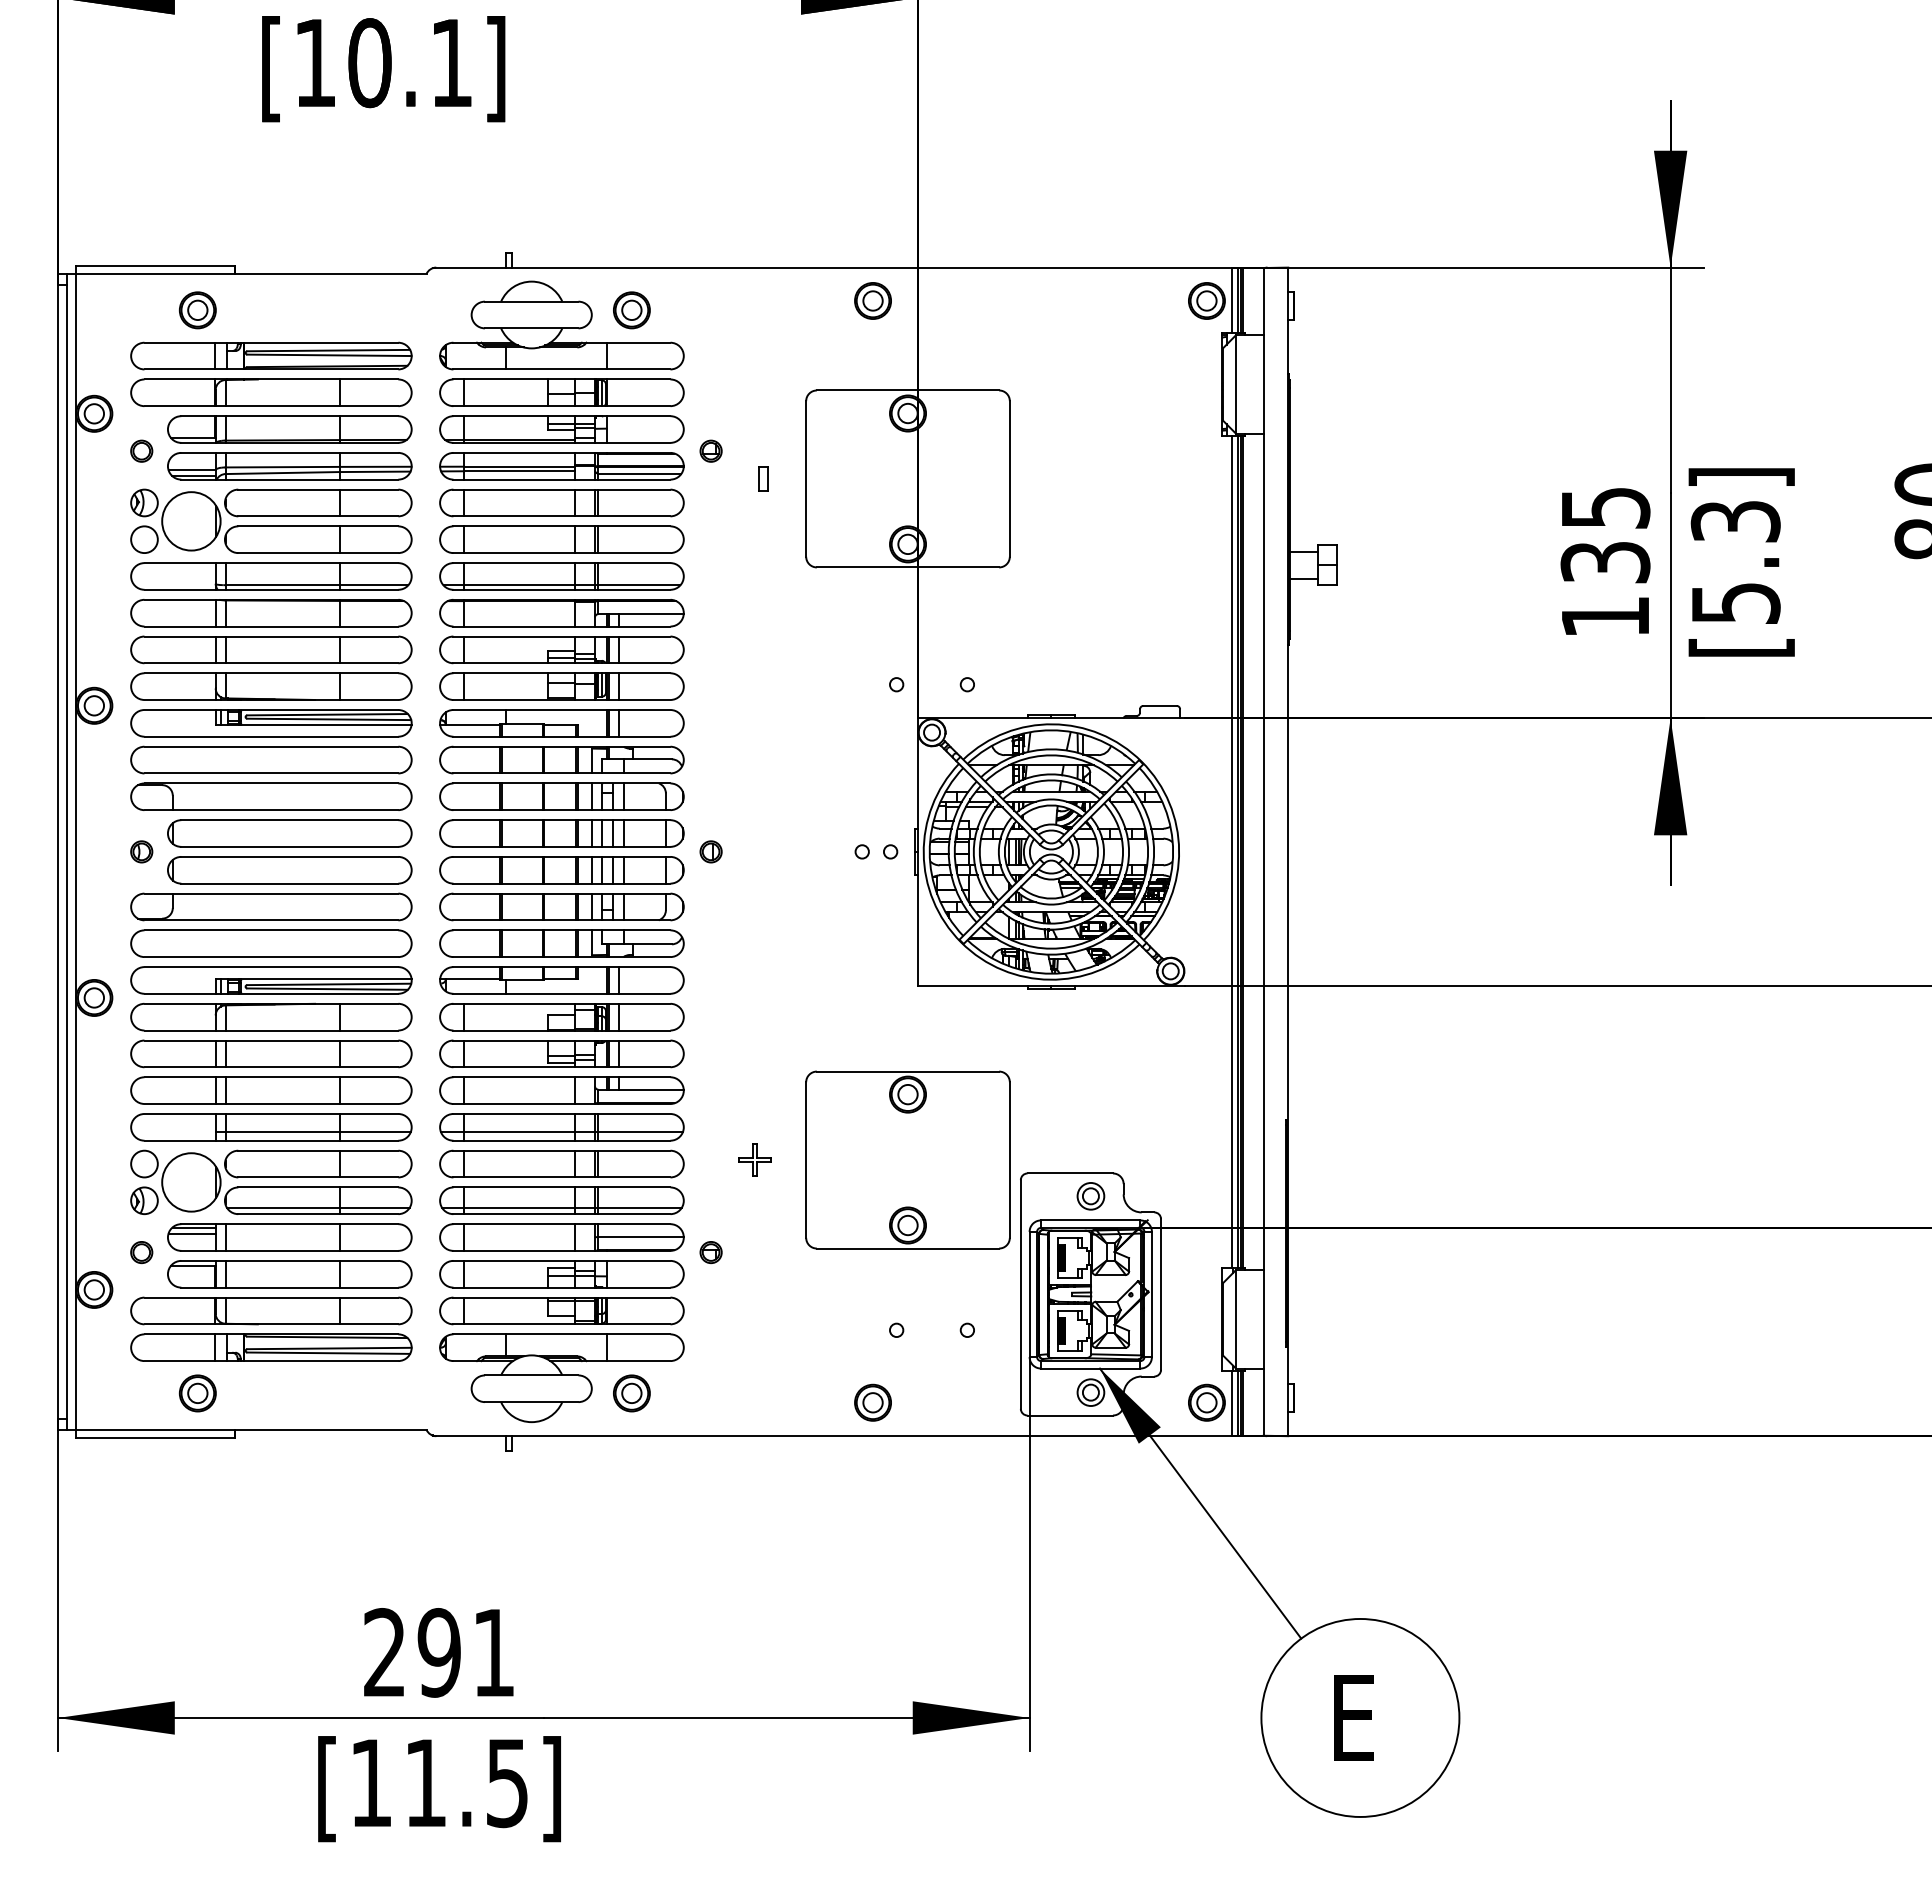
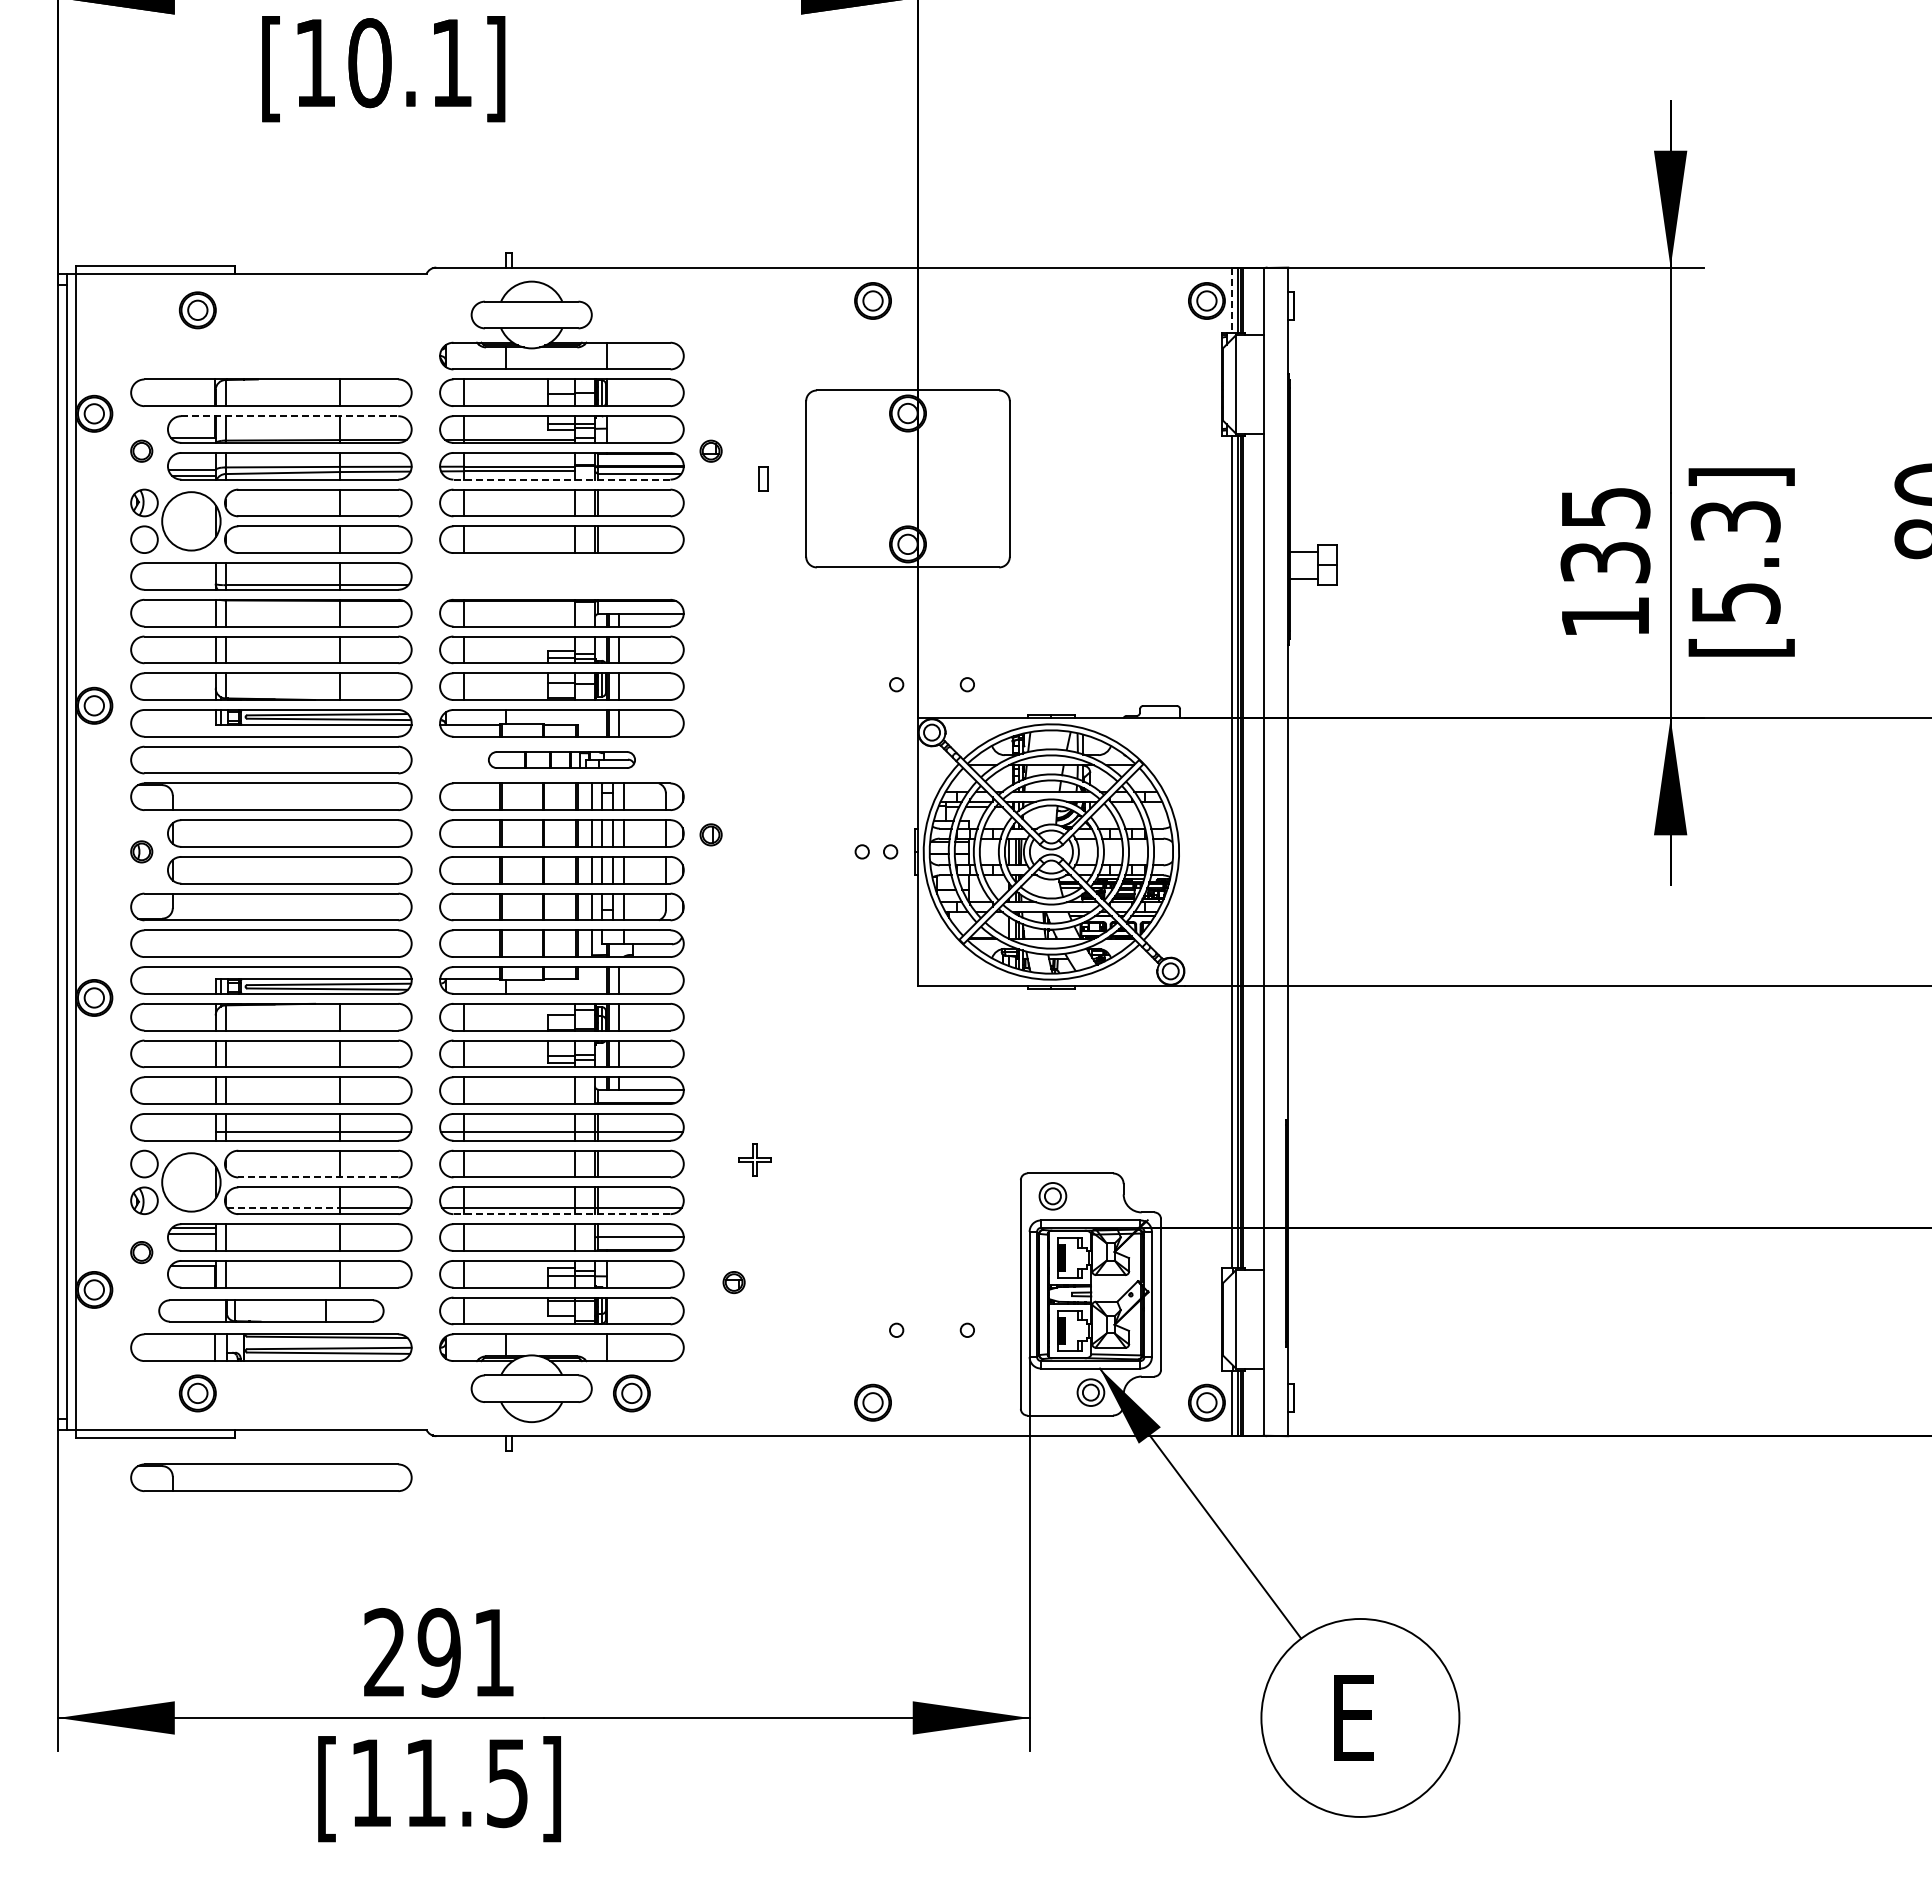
line at (1231, 300): solid -> dashed
part at (631, 310): present -> none
part at (271, 355): present -> none
line at (289, 416): solid -> dashed
line at (561, 479): solid -> dashed
part at (561, 576): present -> none
part at (561, 759) size: 246x30 px -> 148x18 px
part at (710, 851) position: (710, 851) -> (710, 834)
part at (907, 1159): present -> none
line at (317, 1177): solid -> dashed
part at (1090, 1196) position: (1090, 1196) -> (1052, 1196)
line at (283, 1207): solid -> dashed
line at (561, 1214): solid -> dashed
part at (710, 1252) position: (710, 1252) -> (733, 1282)
part at (271, 1310) size: 283x30 px -> 227x24 px
part at (271, 1477): none -> present
